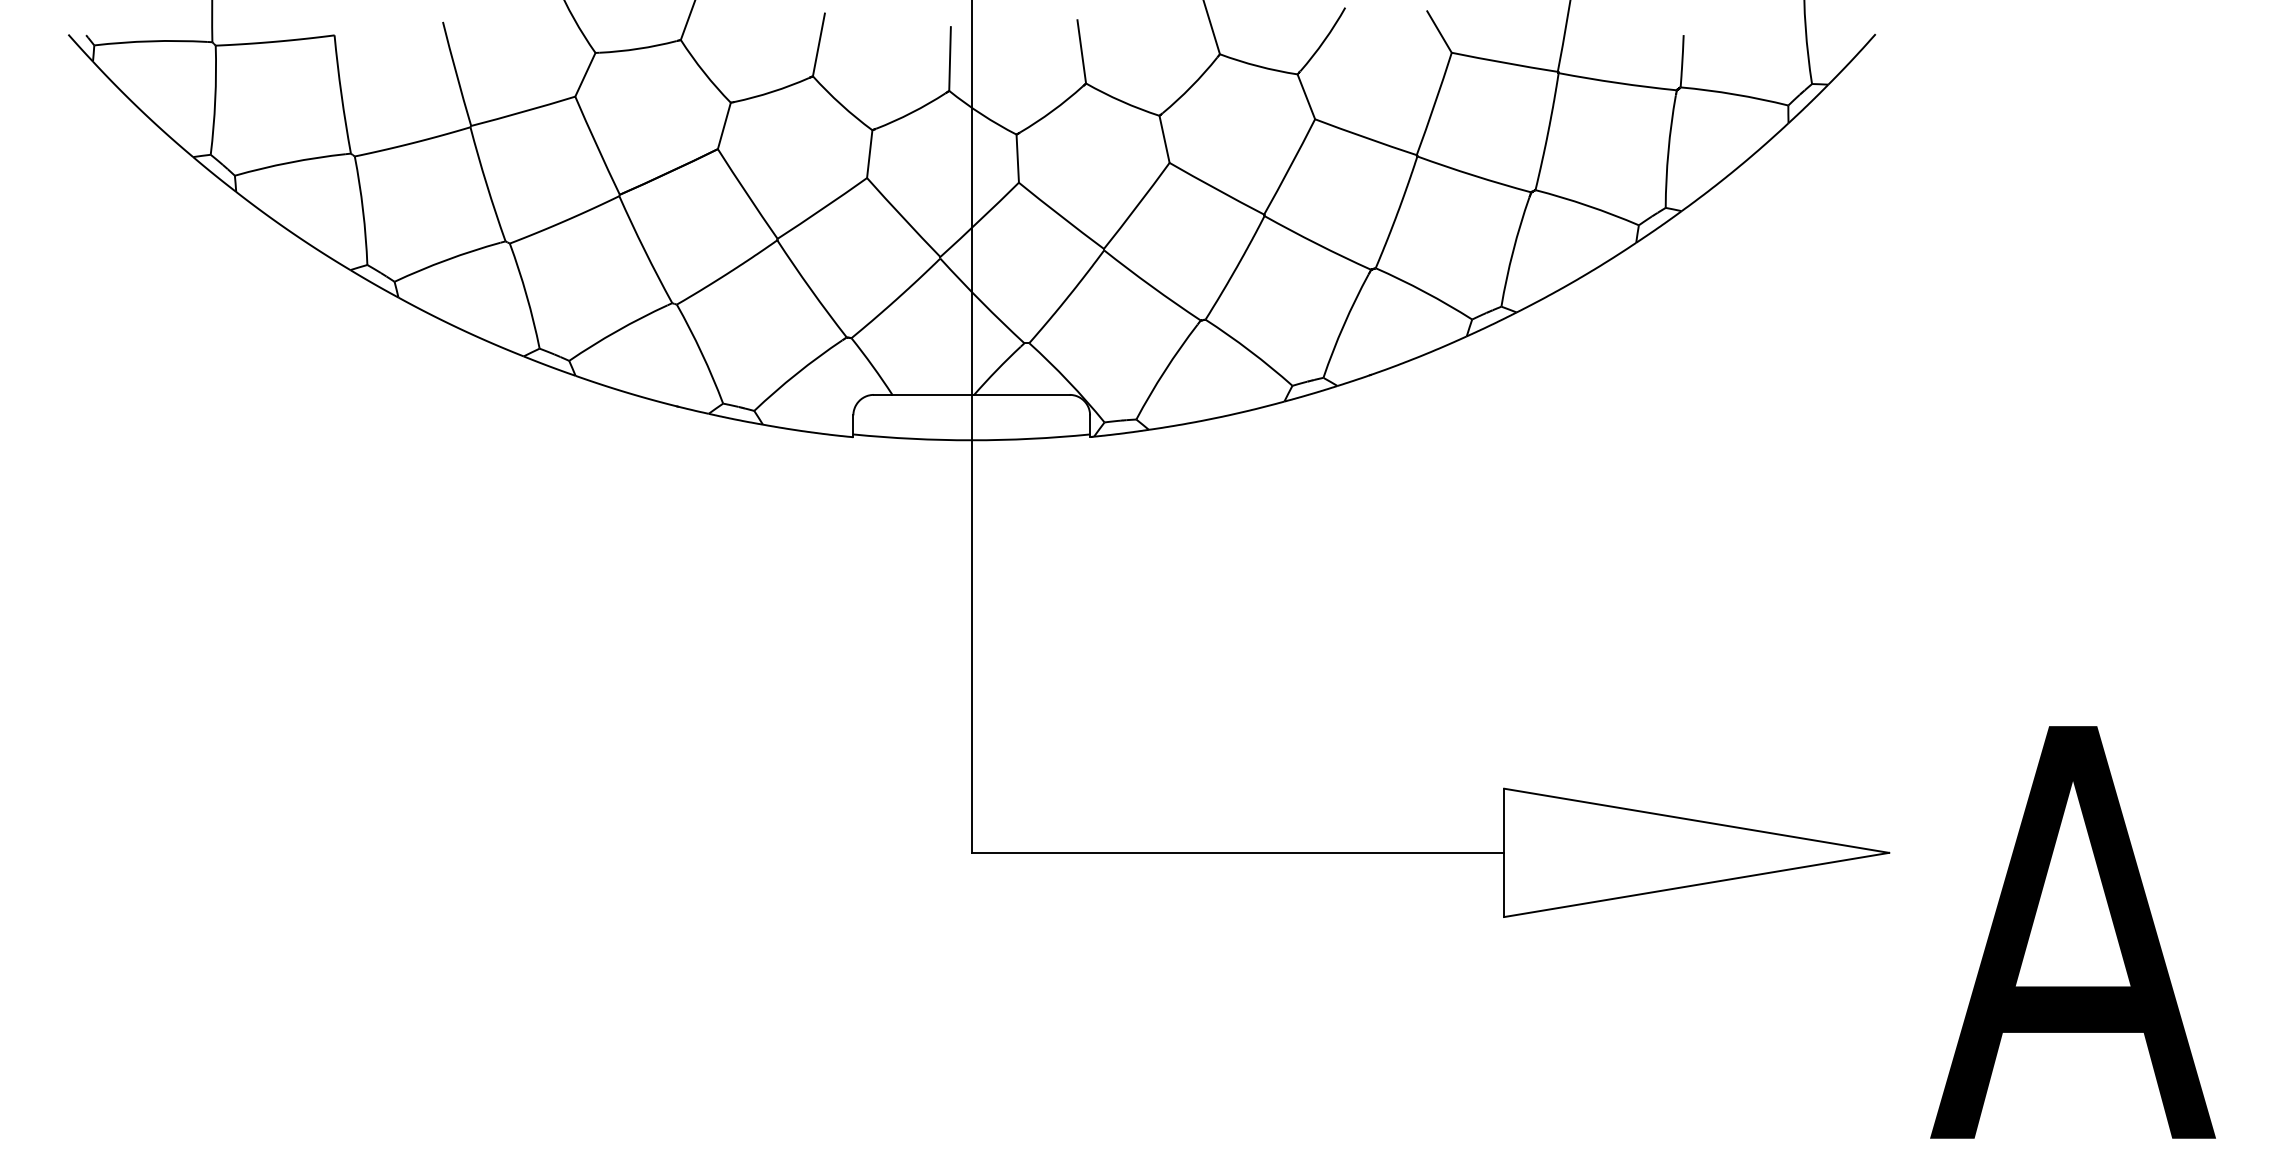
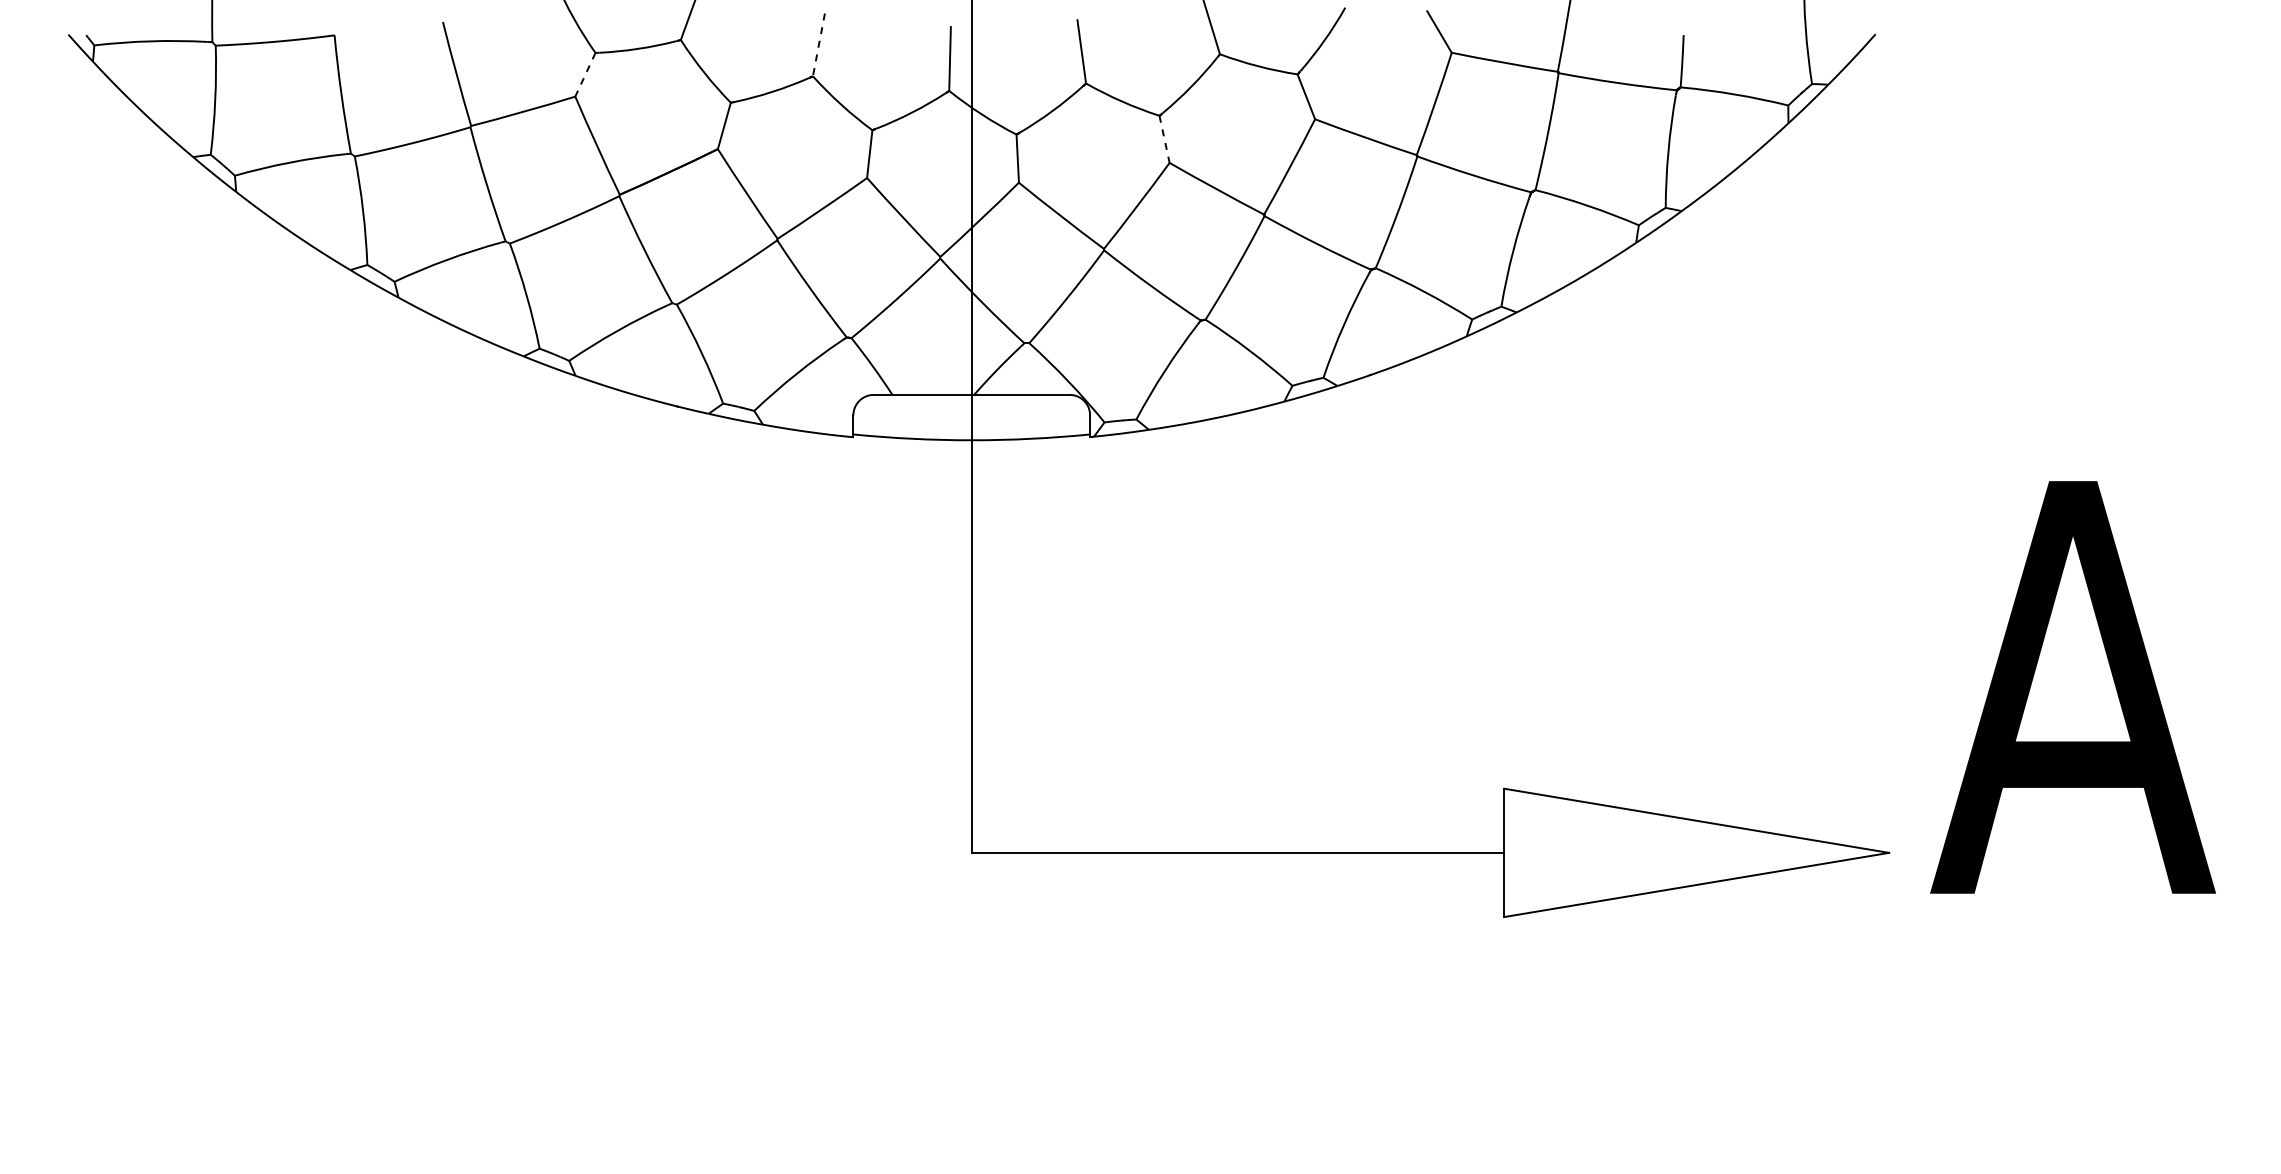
line at (818, 44): solid -> dashed
line at (585, 75): solid -> dashed
line at (1164, 139): solid -> dashed
text at (2072, 932) position: (2072, 932) -> (2072, 687)
